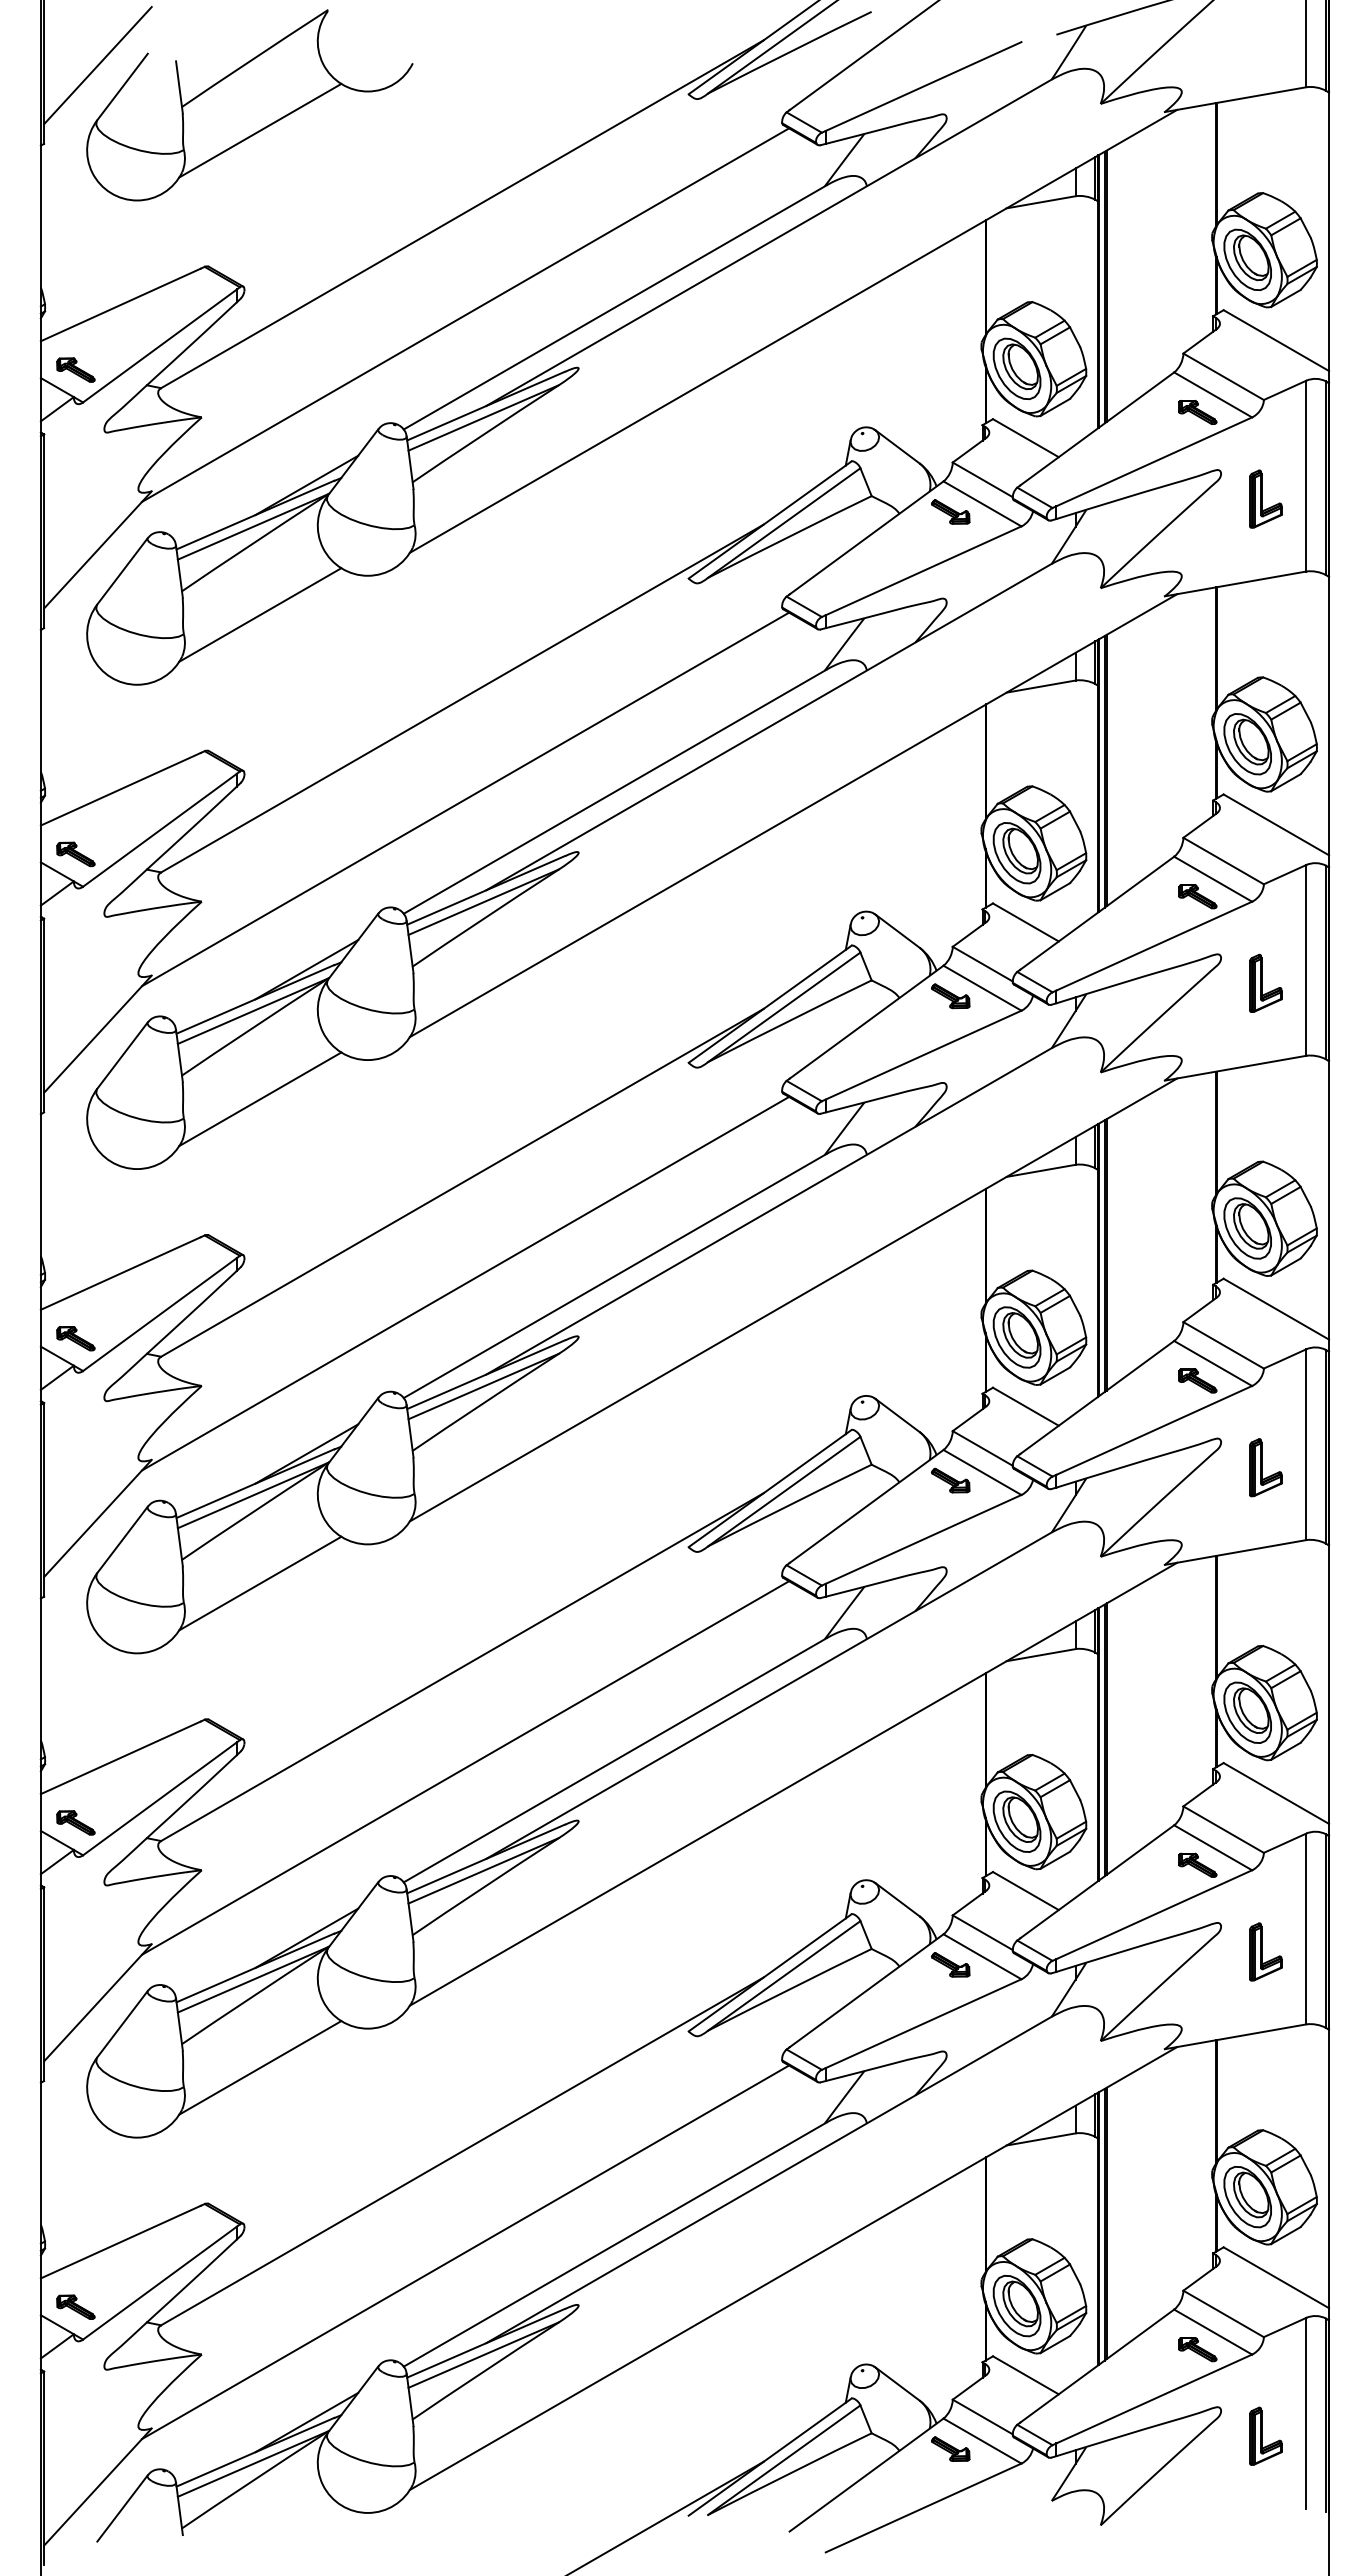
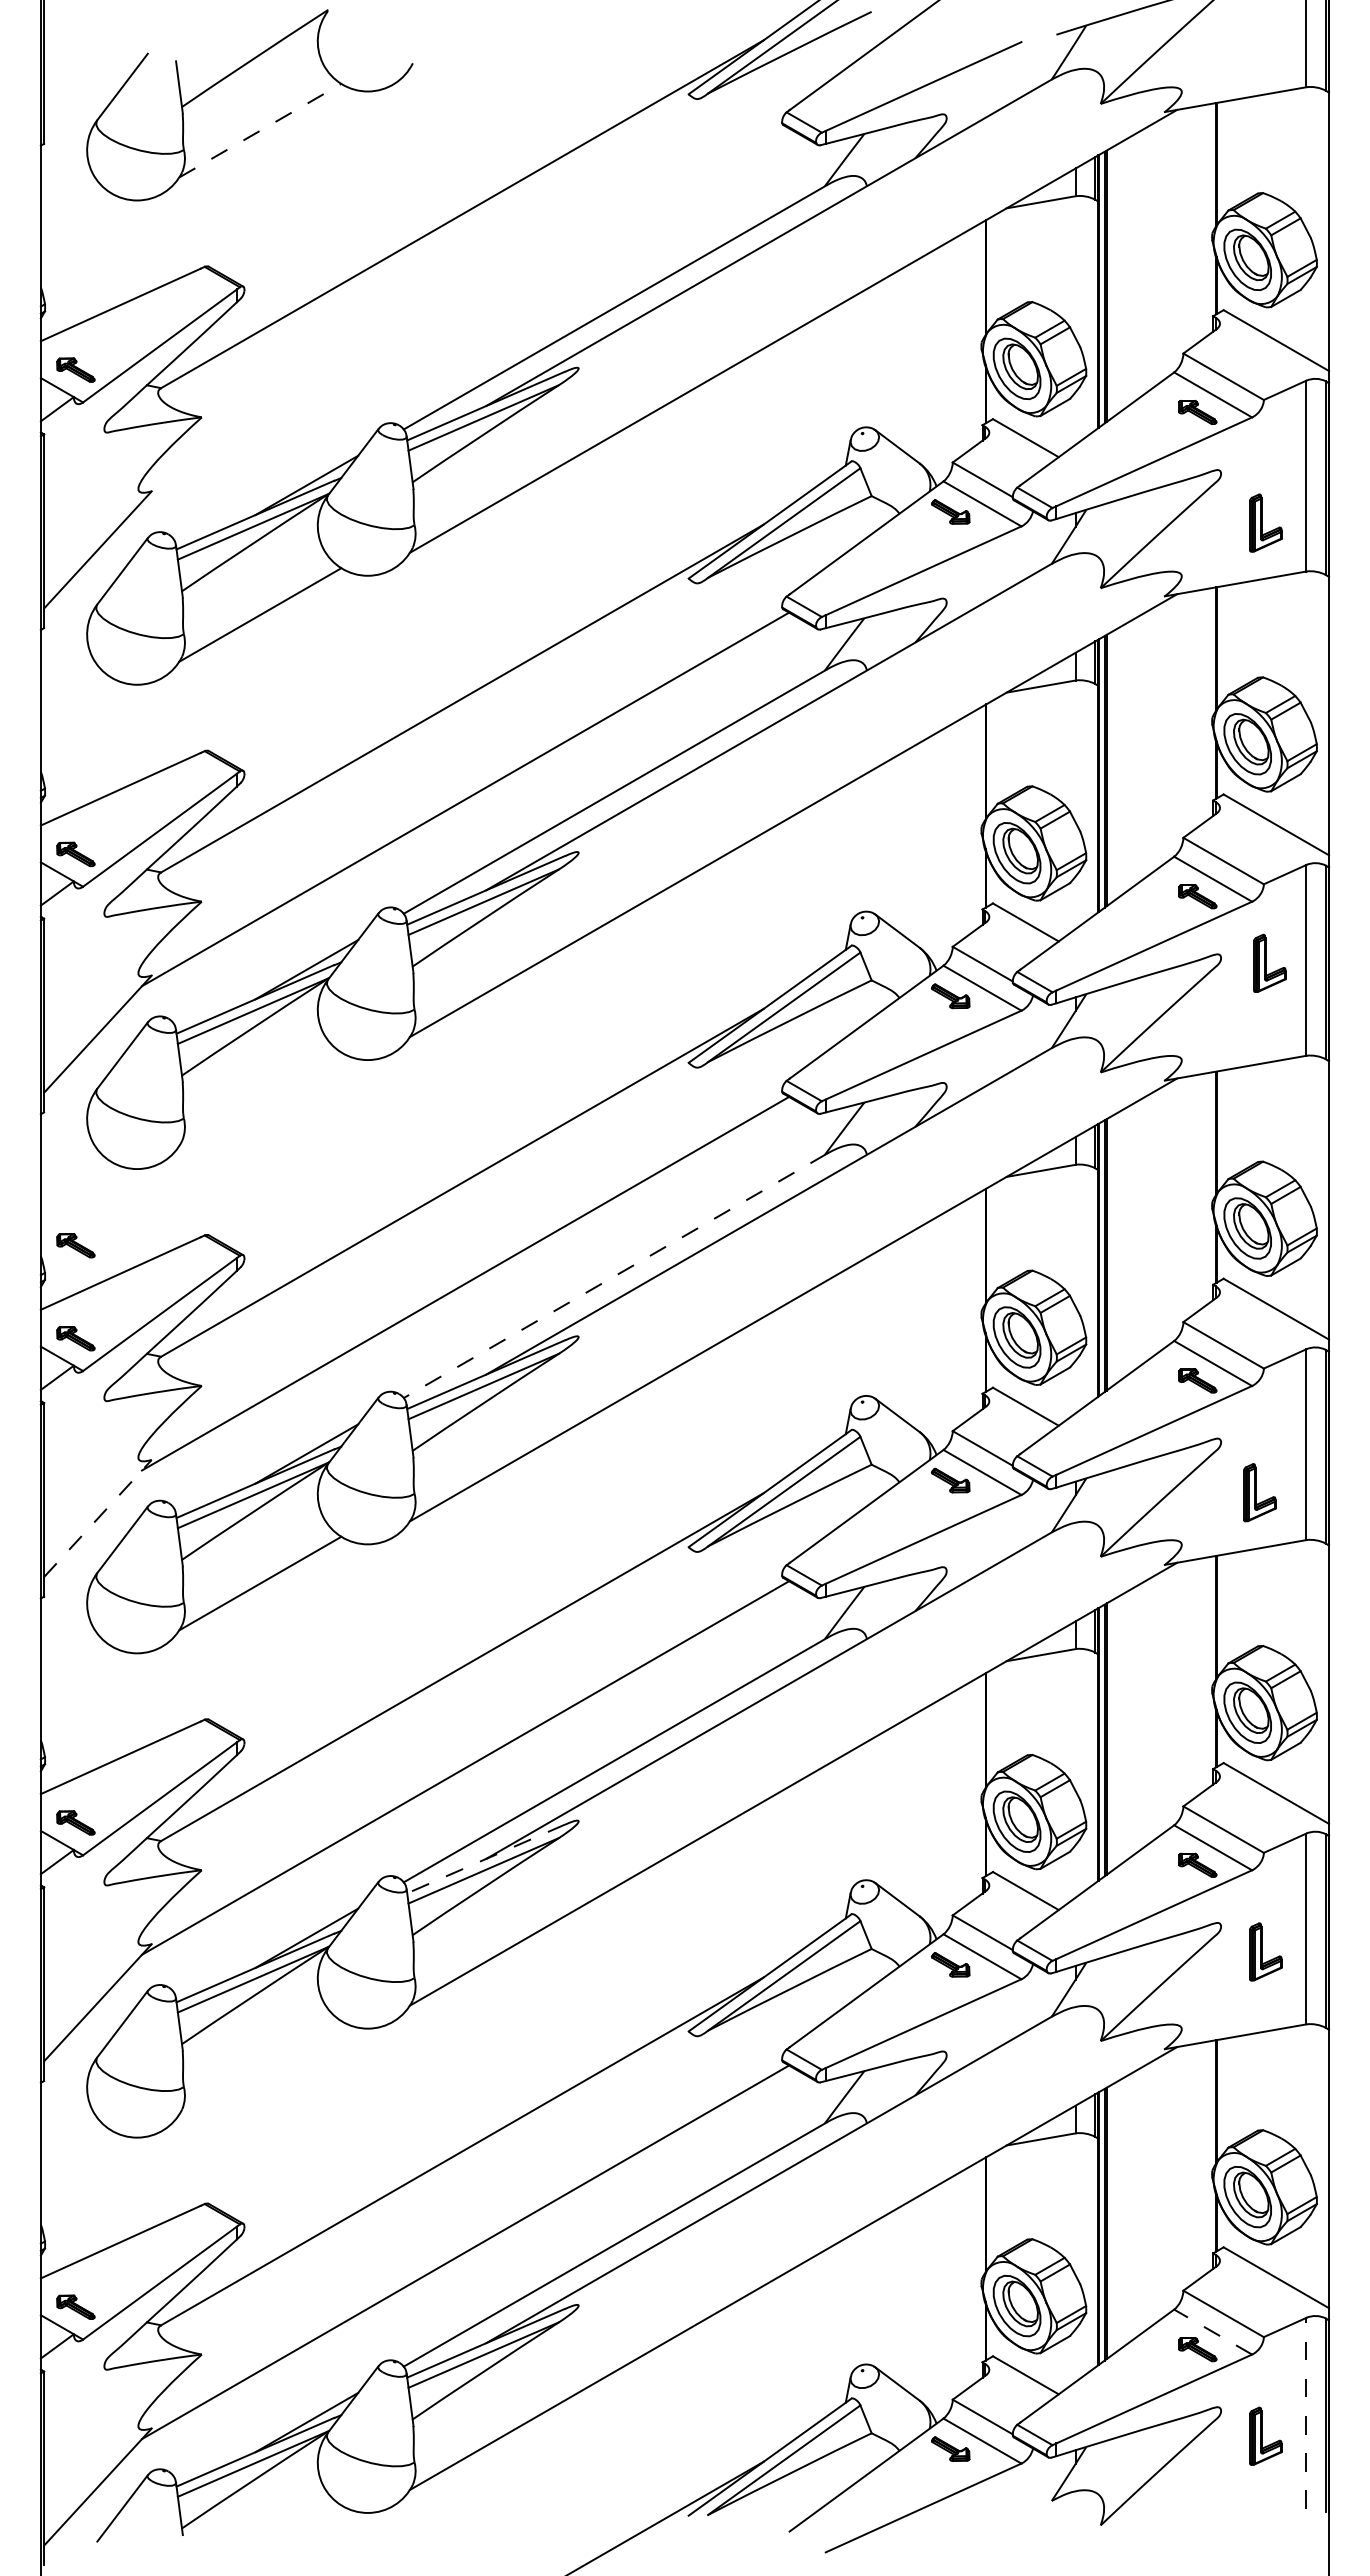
line at (97, 65): present -> none
line at (260, 130): solid -> dashed
line at (465, 314): present -> none
part at (1265, 498) position: (1265, 498) -> (1265, 522)
part at (1265, 982) position: (1265, 982) -> (1269, 962)
line at (260, 1099): present -> none
part at (75, 1245): none -> present
line at (614, 1276): solid -> dashed
part at (1265, 1467) position: (1265, 1467) -> (1259, 1492)
line at (97, 1518): solid -> dashed
line at (485, 1859): solid -> dashed
line at (260, 2067): present -> none
line at (1213, 2332): solid -> dashed
line at (1306, 2412): solid -> dashed
